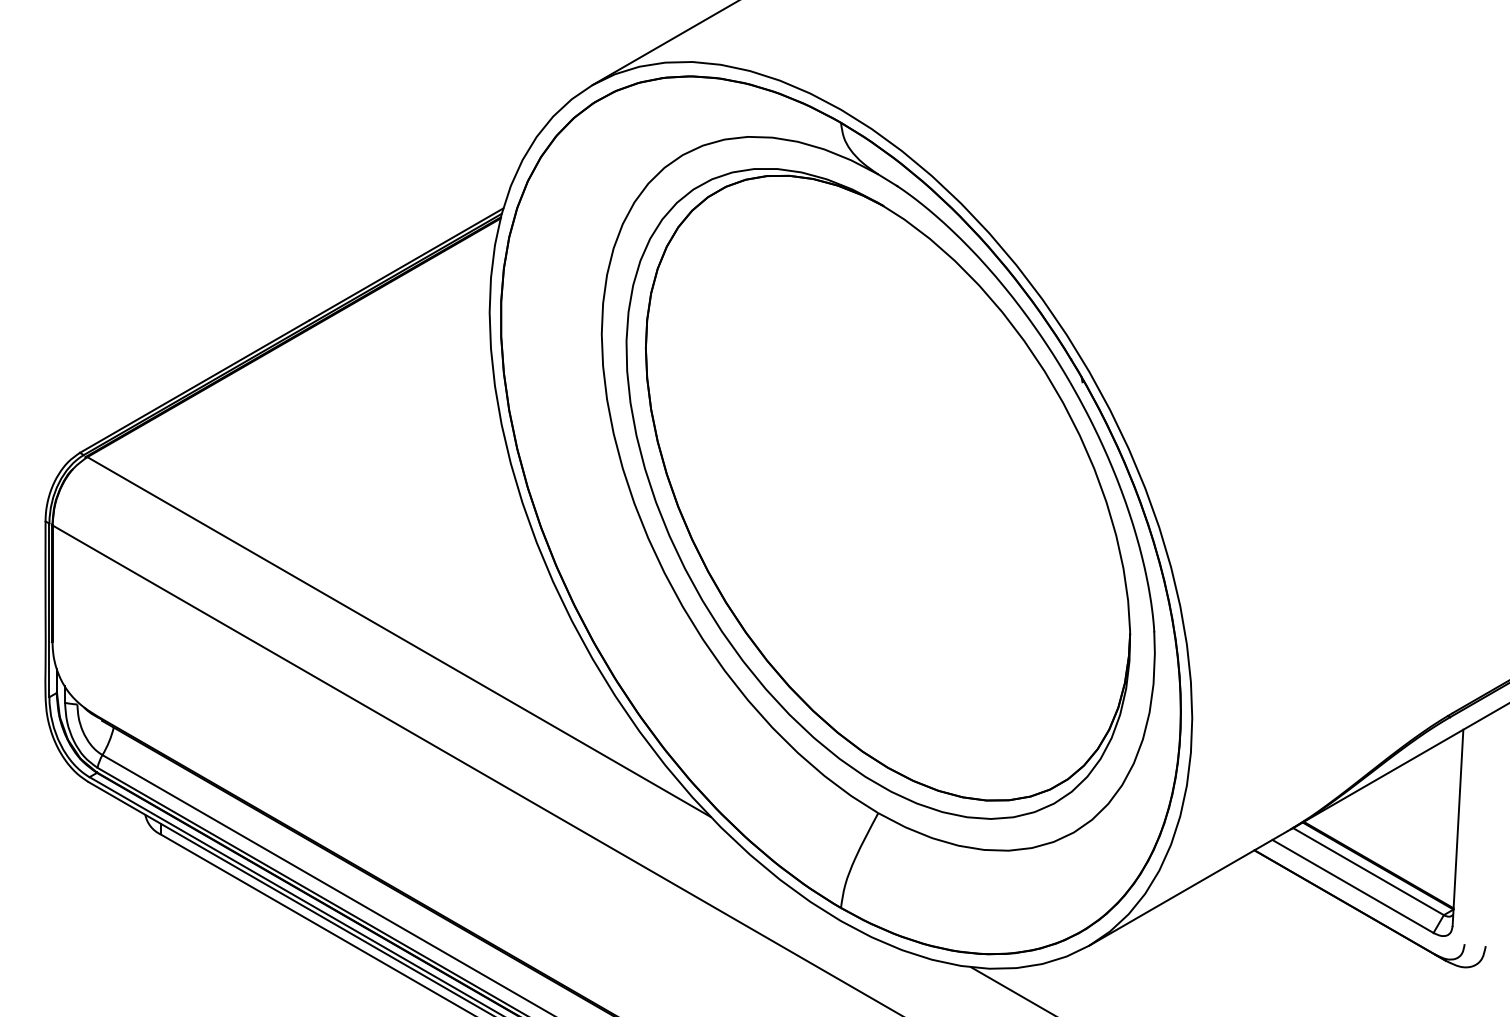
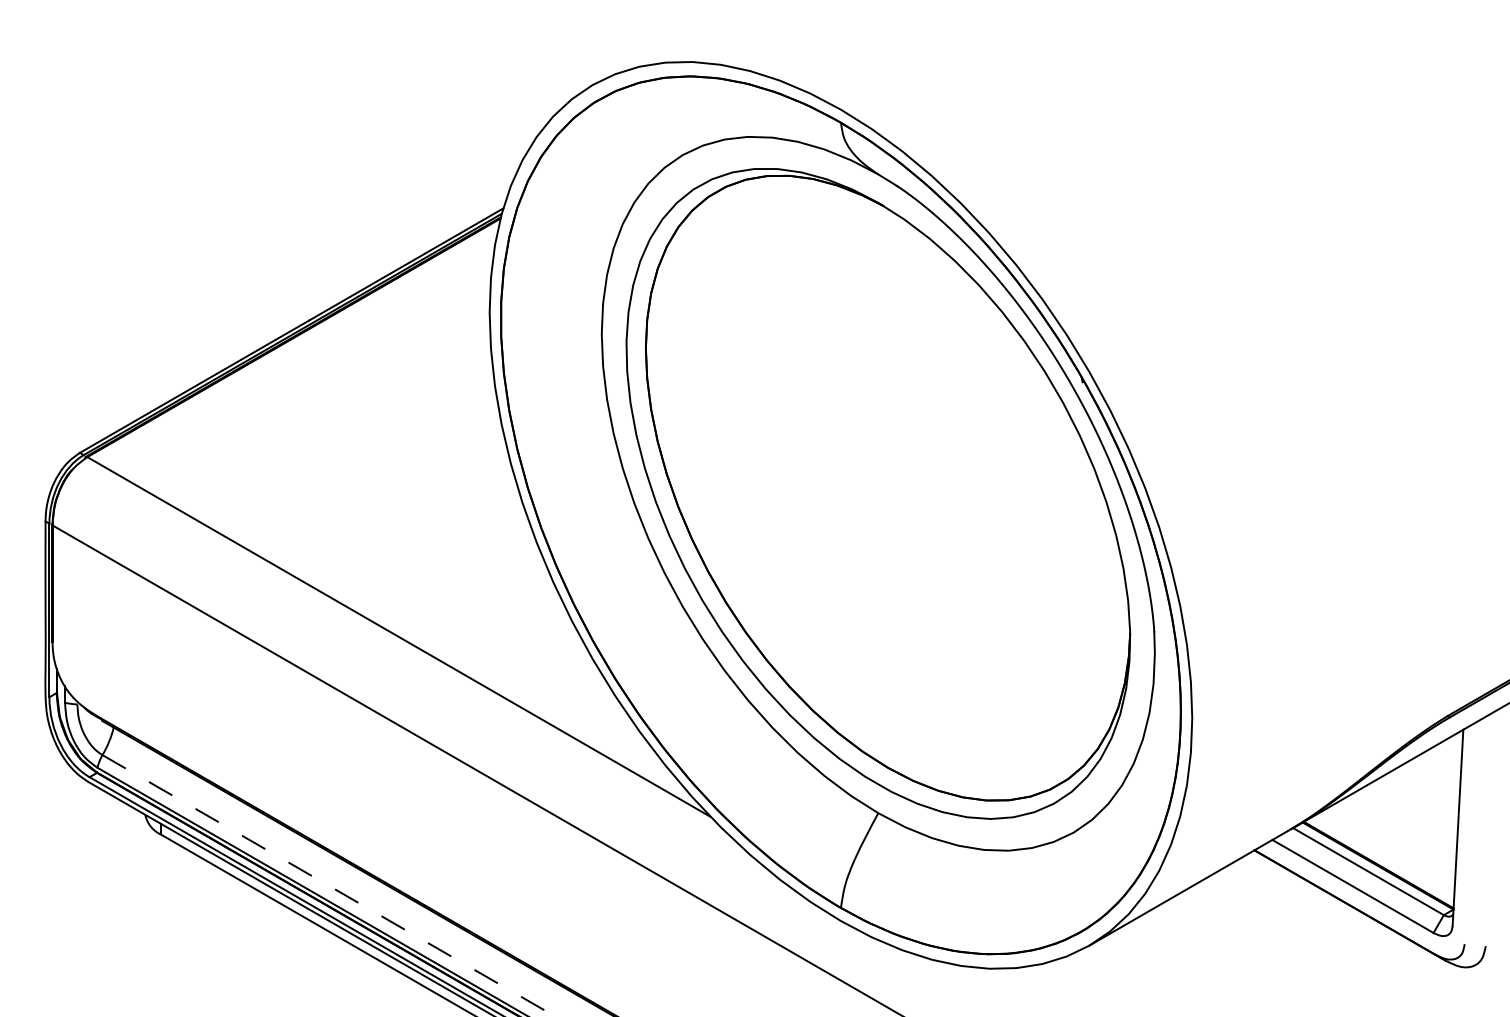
line at (664, 43): present -> none
line at (329, 886): solid -> dashed
line at (1011, 990): present -> none
